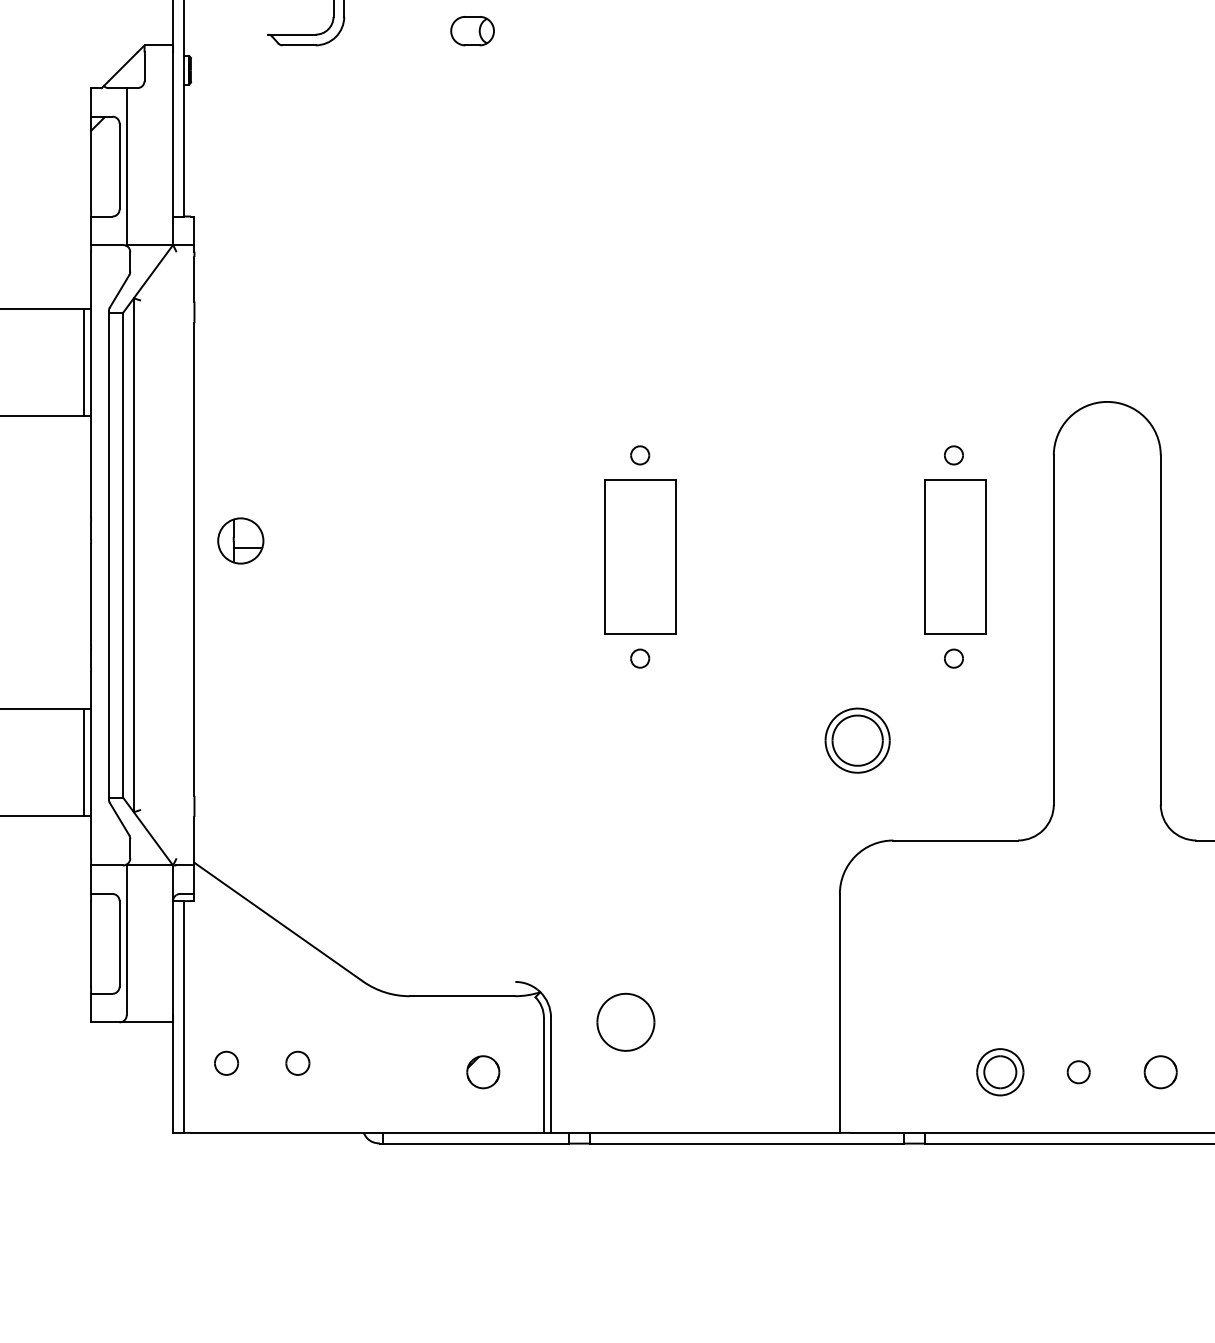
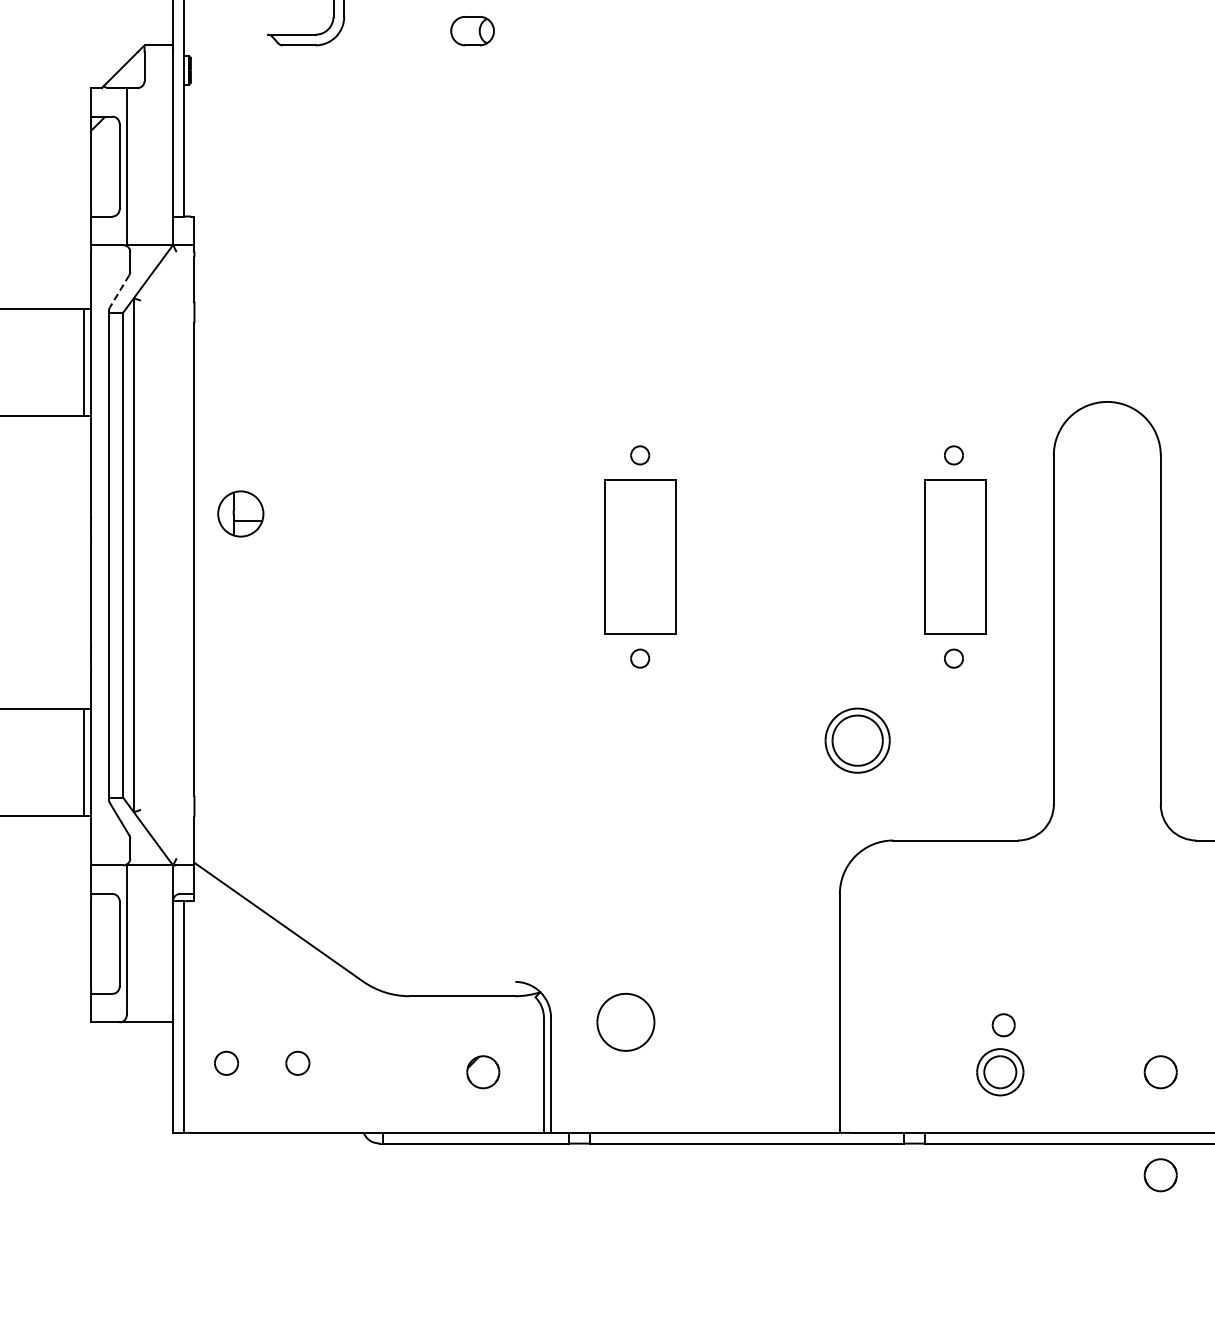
line at (119, 291): solid -> dashed
part at (240, 540) position: (240, 540) -> (240, 513)
part at (1078, 1072) position: (1078, 1072) -> (1003, 1025)
part at (1160, 1175): none -> present
